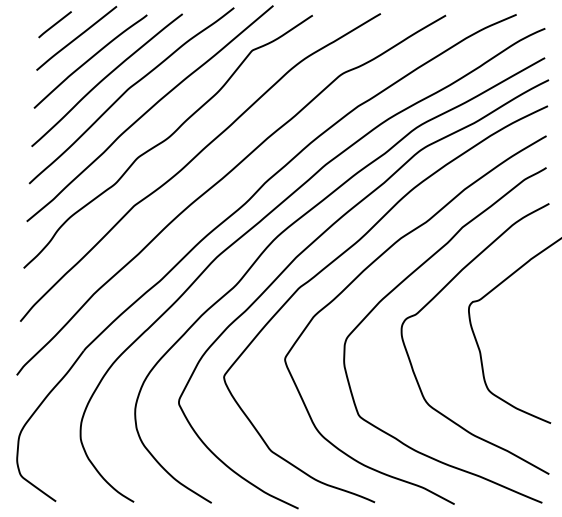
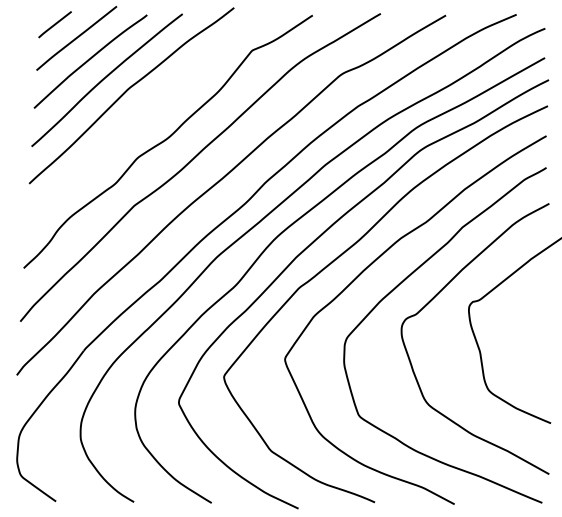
curve at (148, 111): present -> none
